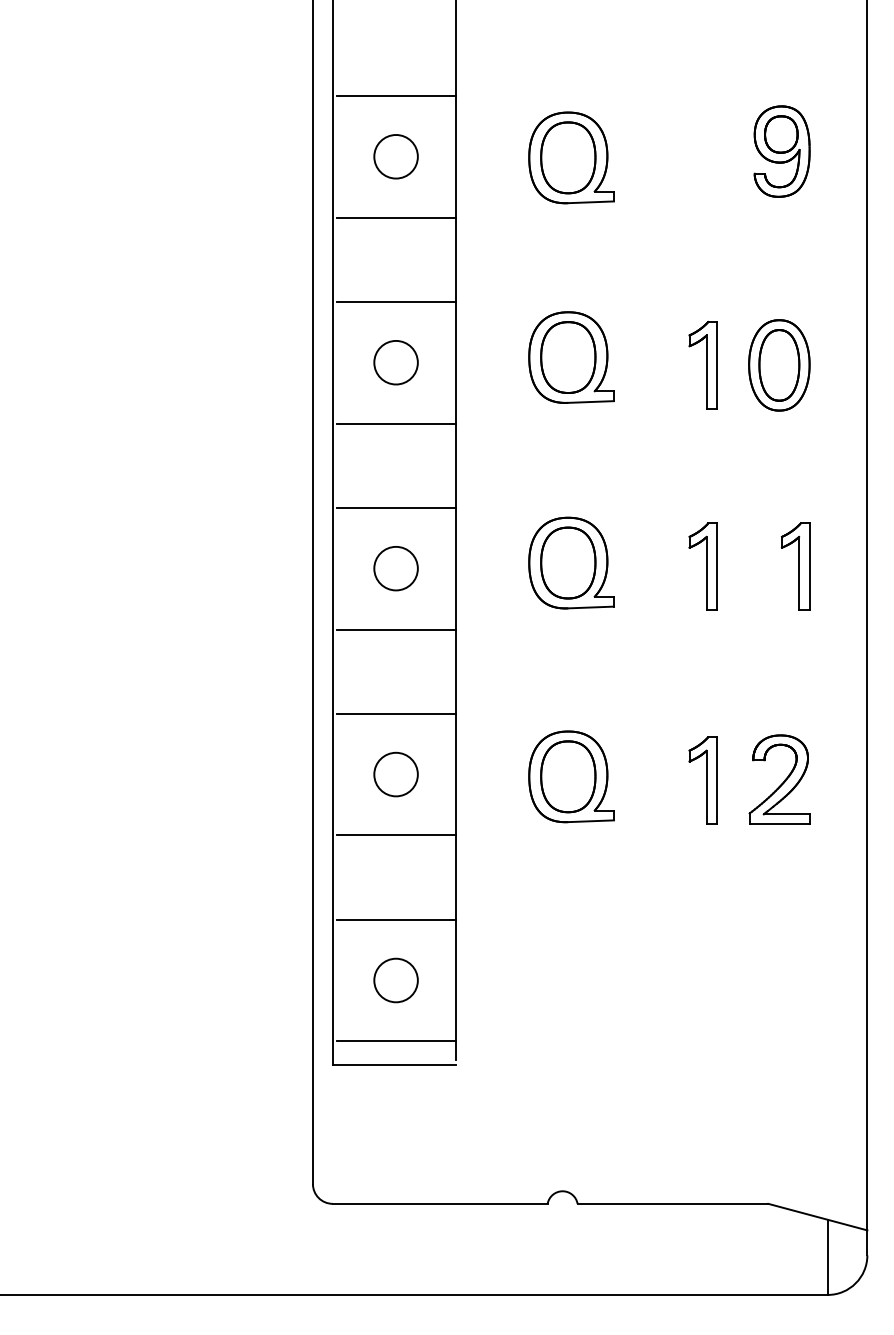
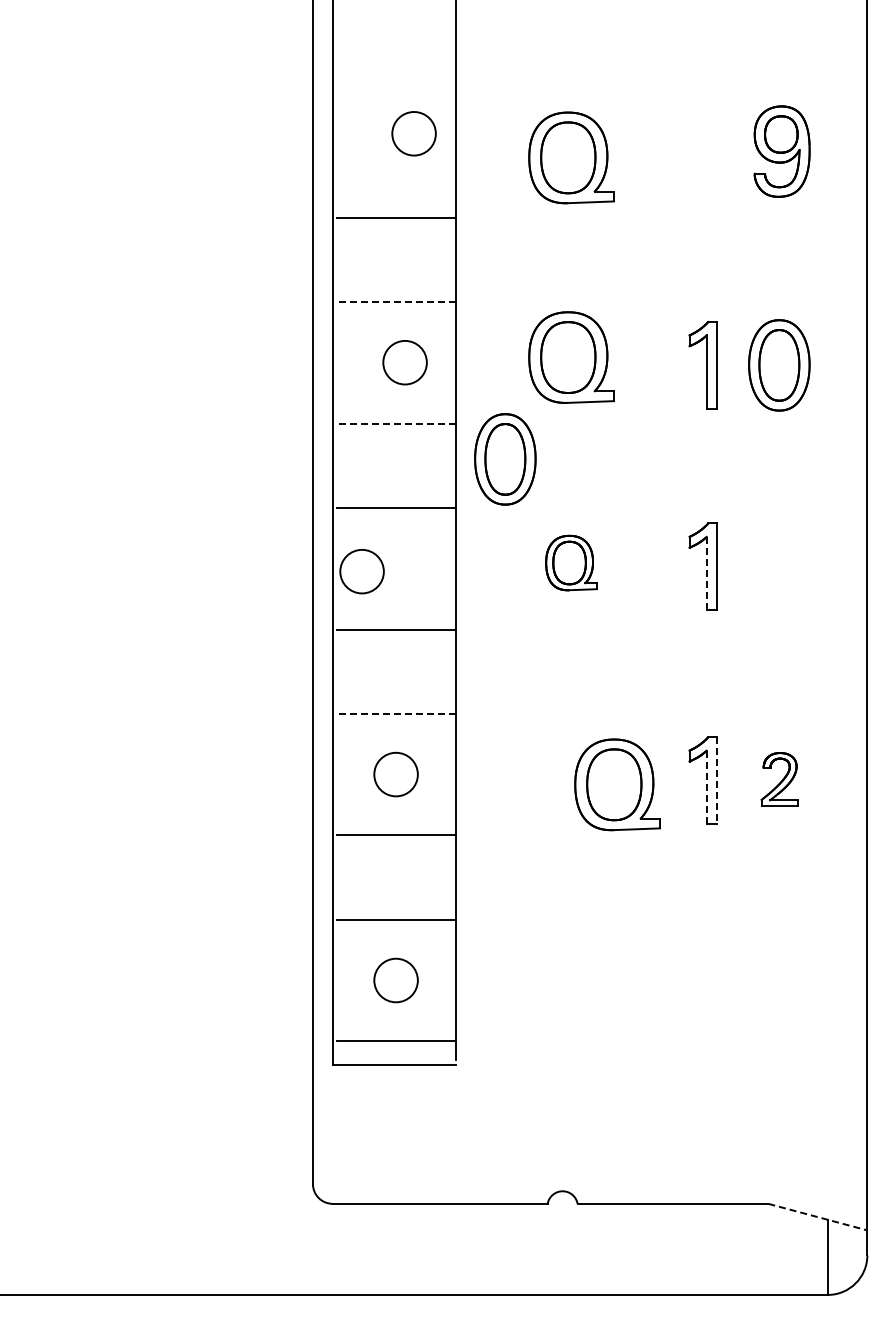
line at (395, 95): present -> none
circle at (395, 156) position: (395, 156) -> (413, 133)
line at (395, 301): solid -> dashed
circle at (395, 362) position: (395, 362) -> (404, 362)
line at (395, 423): solid -> dashed
part at (505, 459): none -> present
part at (571, 562) size: 87x94 px -> 53x58 px
part at (795, 566): present -> none
circle at (395, 568) position: (395, 568) -> (361, 571)
line at (706, 573): solid -> dashed
line at (395, 713): solid -> dashed
part at (571, 776) position: (571, 776) -> (617, 784)
part at (779, 779) size: 63x91 px -> 39x55 px
line at (717, 781): solid -> dashed
line at (706, 787): solid -> dashed
line at (818, 1217): solid -> dashed
